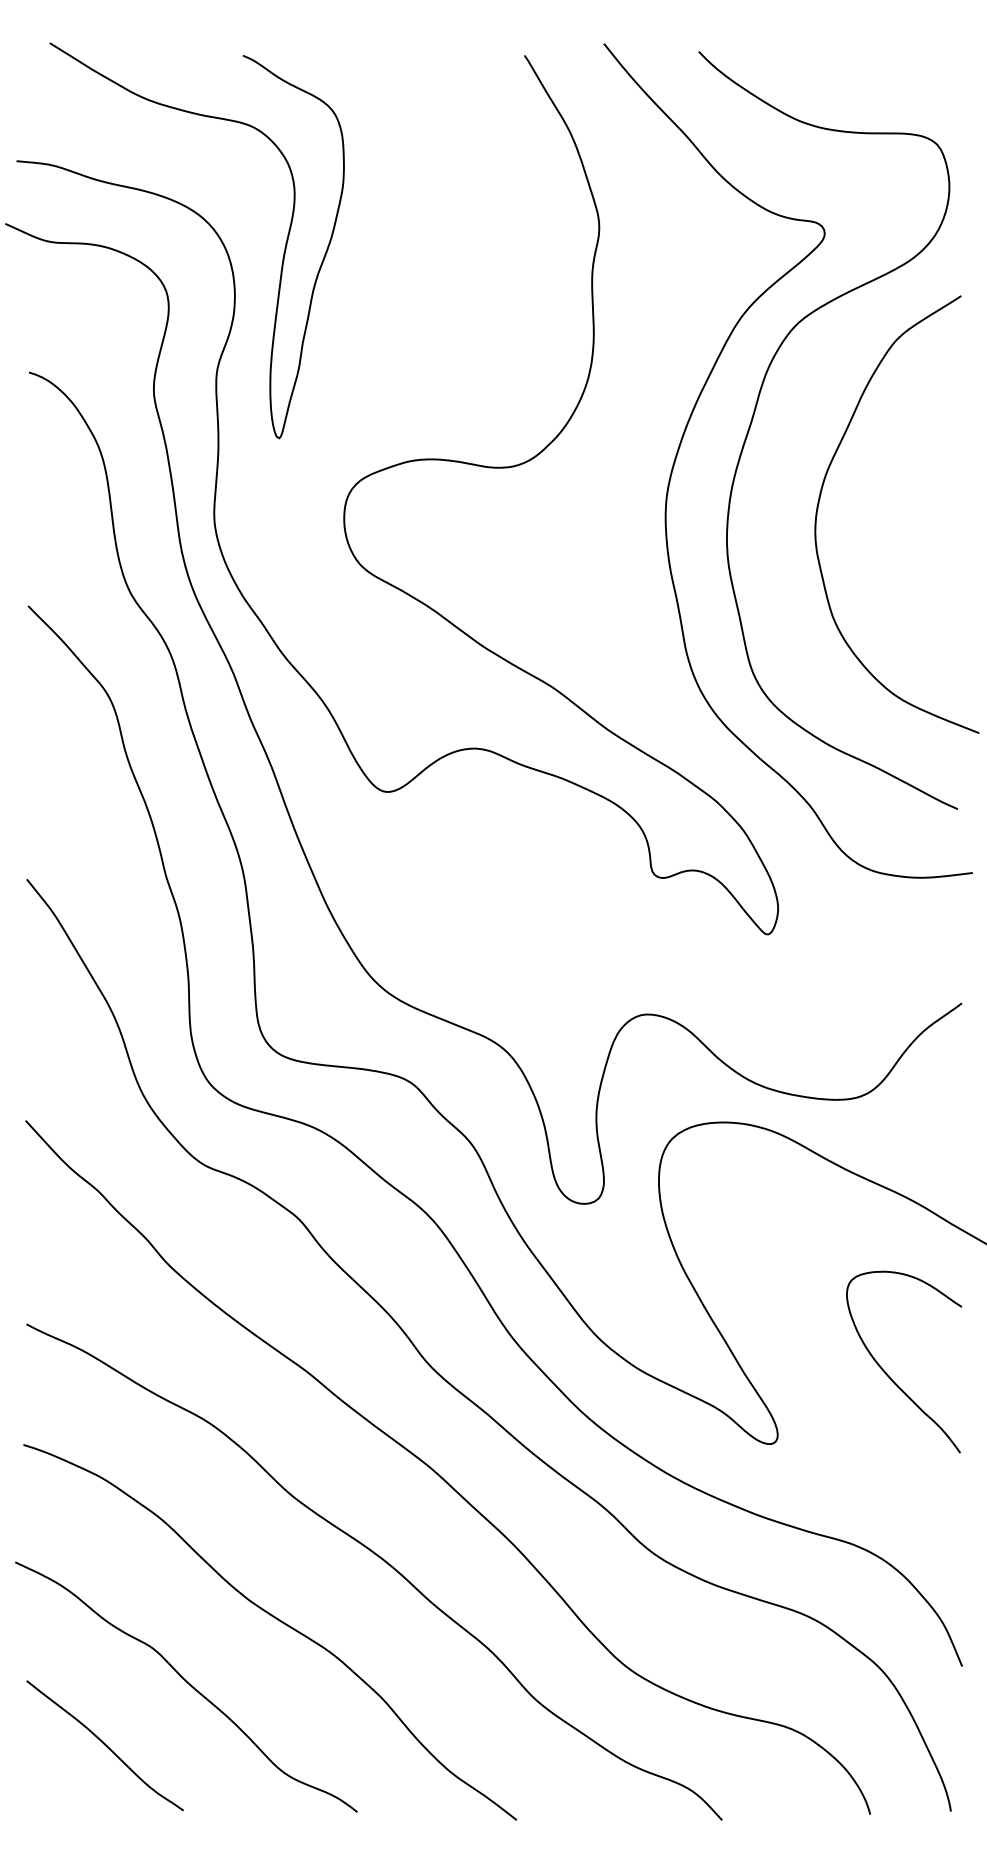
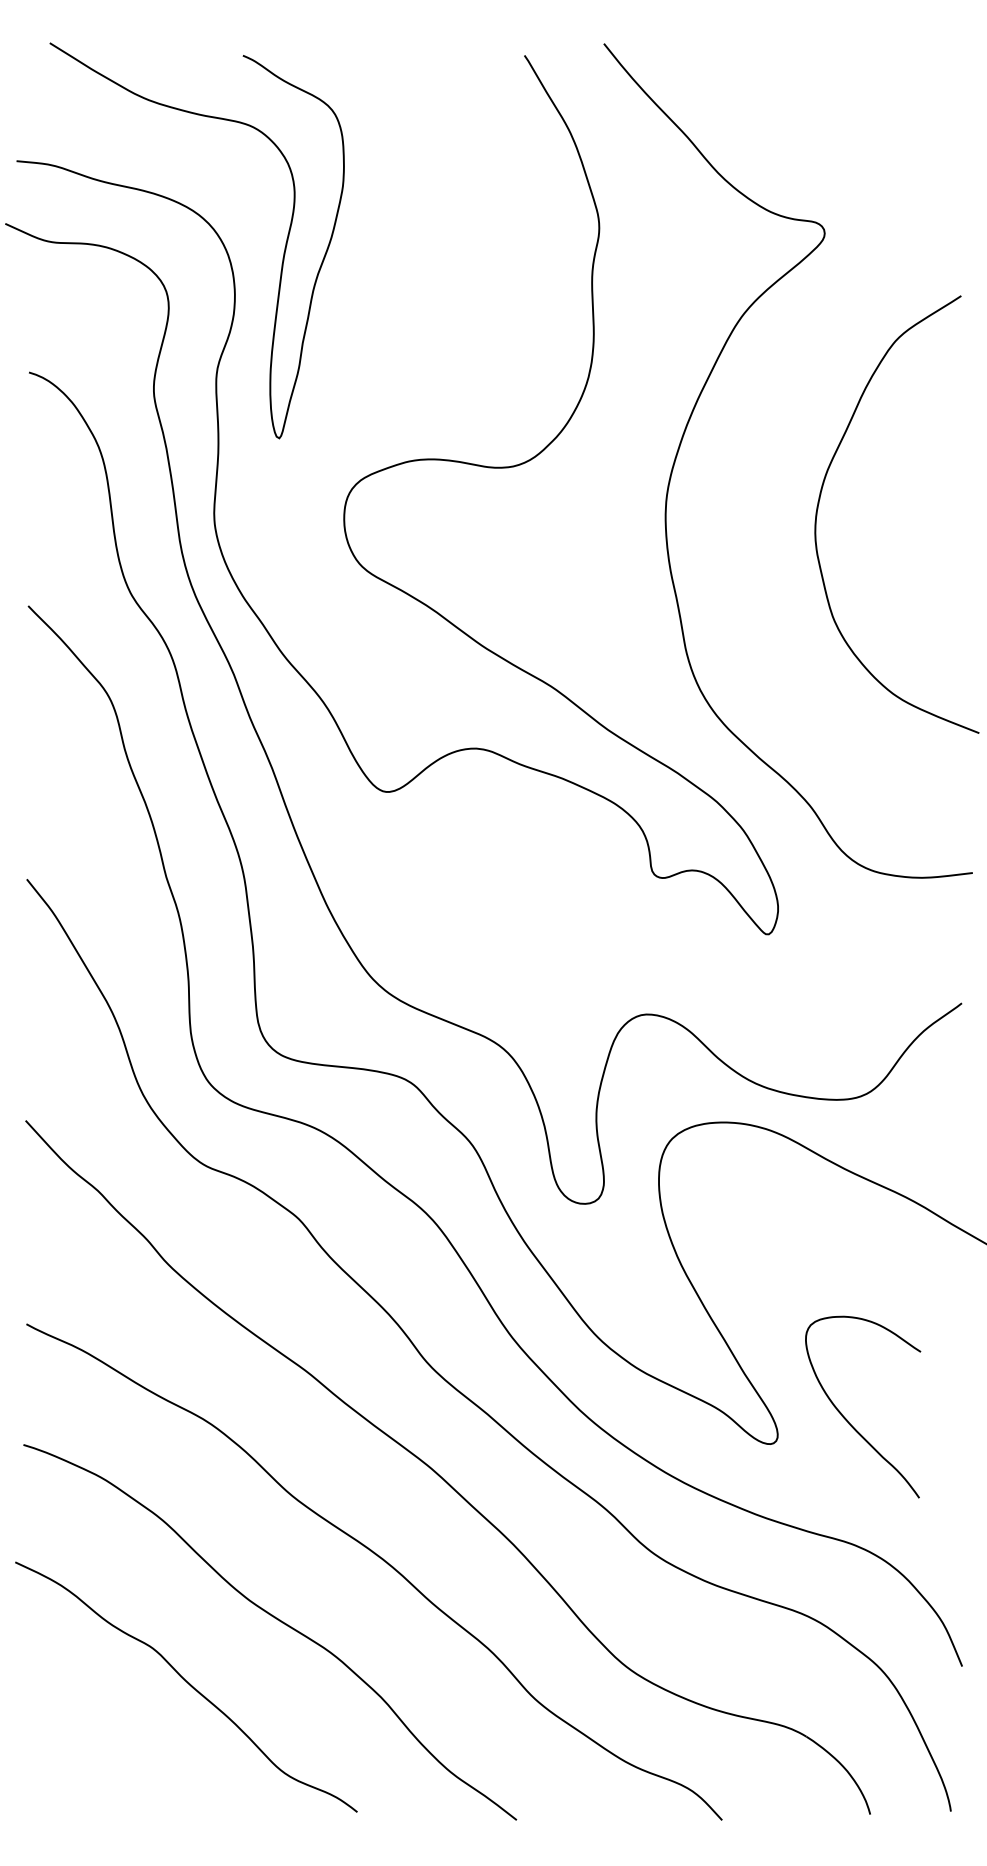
curve at (755, 412): present -> none
curve at (889, 1375) position: (889, 1375) -> (848, 1420)
curve at (104, 1745): present -> none
